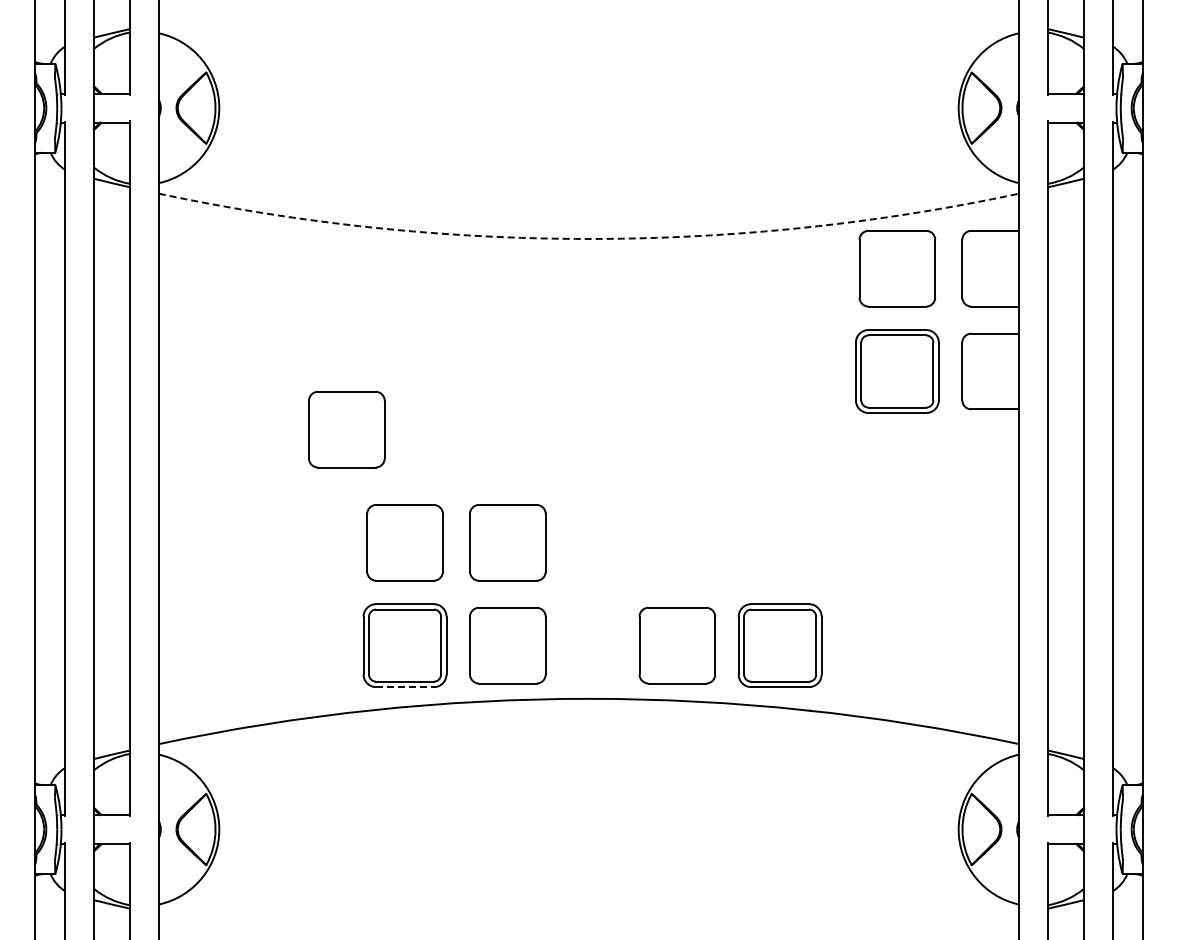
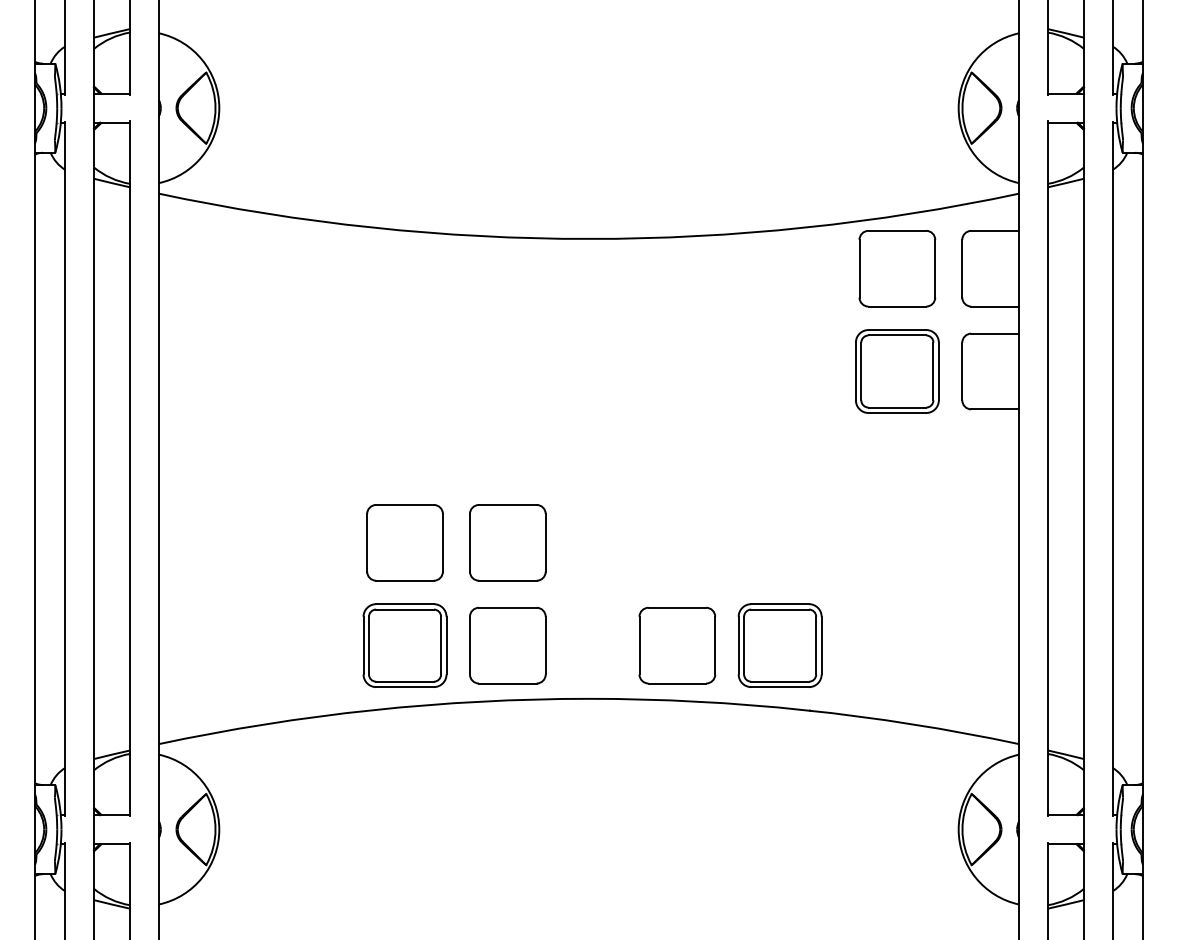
arc at (588, 238): dashed -> solid
part at (346, 429): present -> none
line at (405, 687): dashed -> solid
